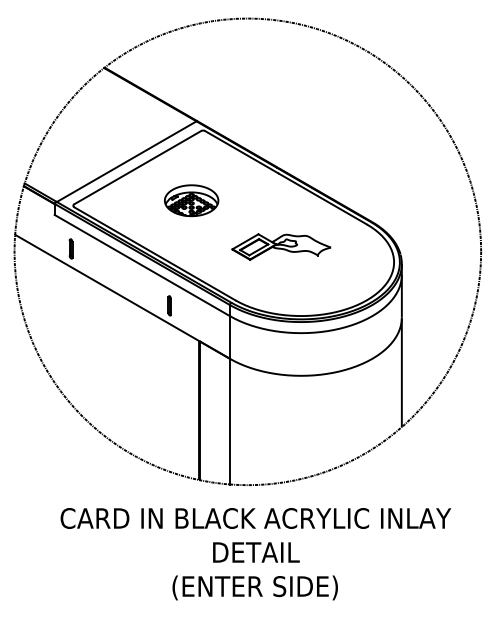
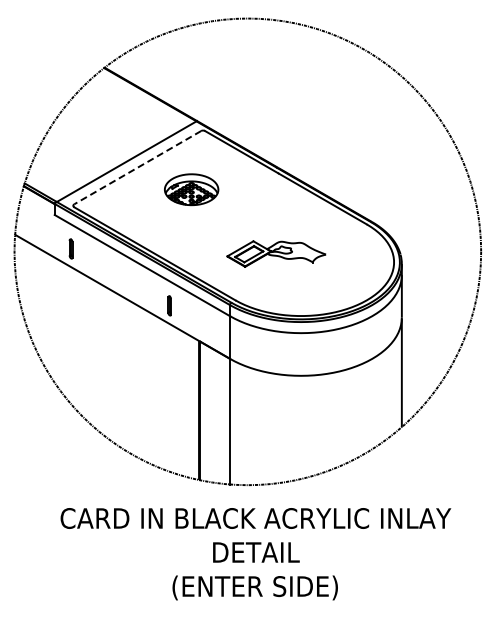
line at (137, 167): solid -> dashed
part at (191, 200) position: (191, 200) -> (191, 189)
part at (281, 246) position: (281, 246) -> (276, 253)
